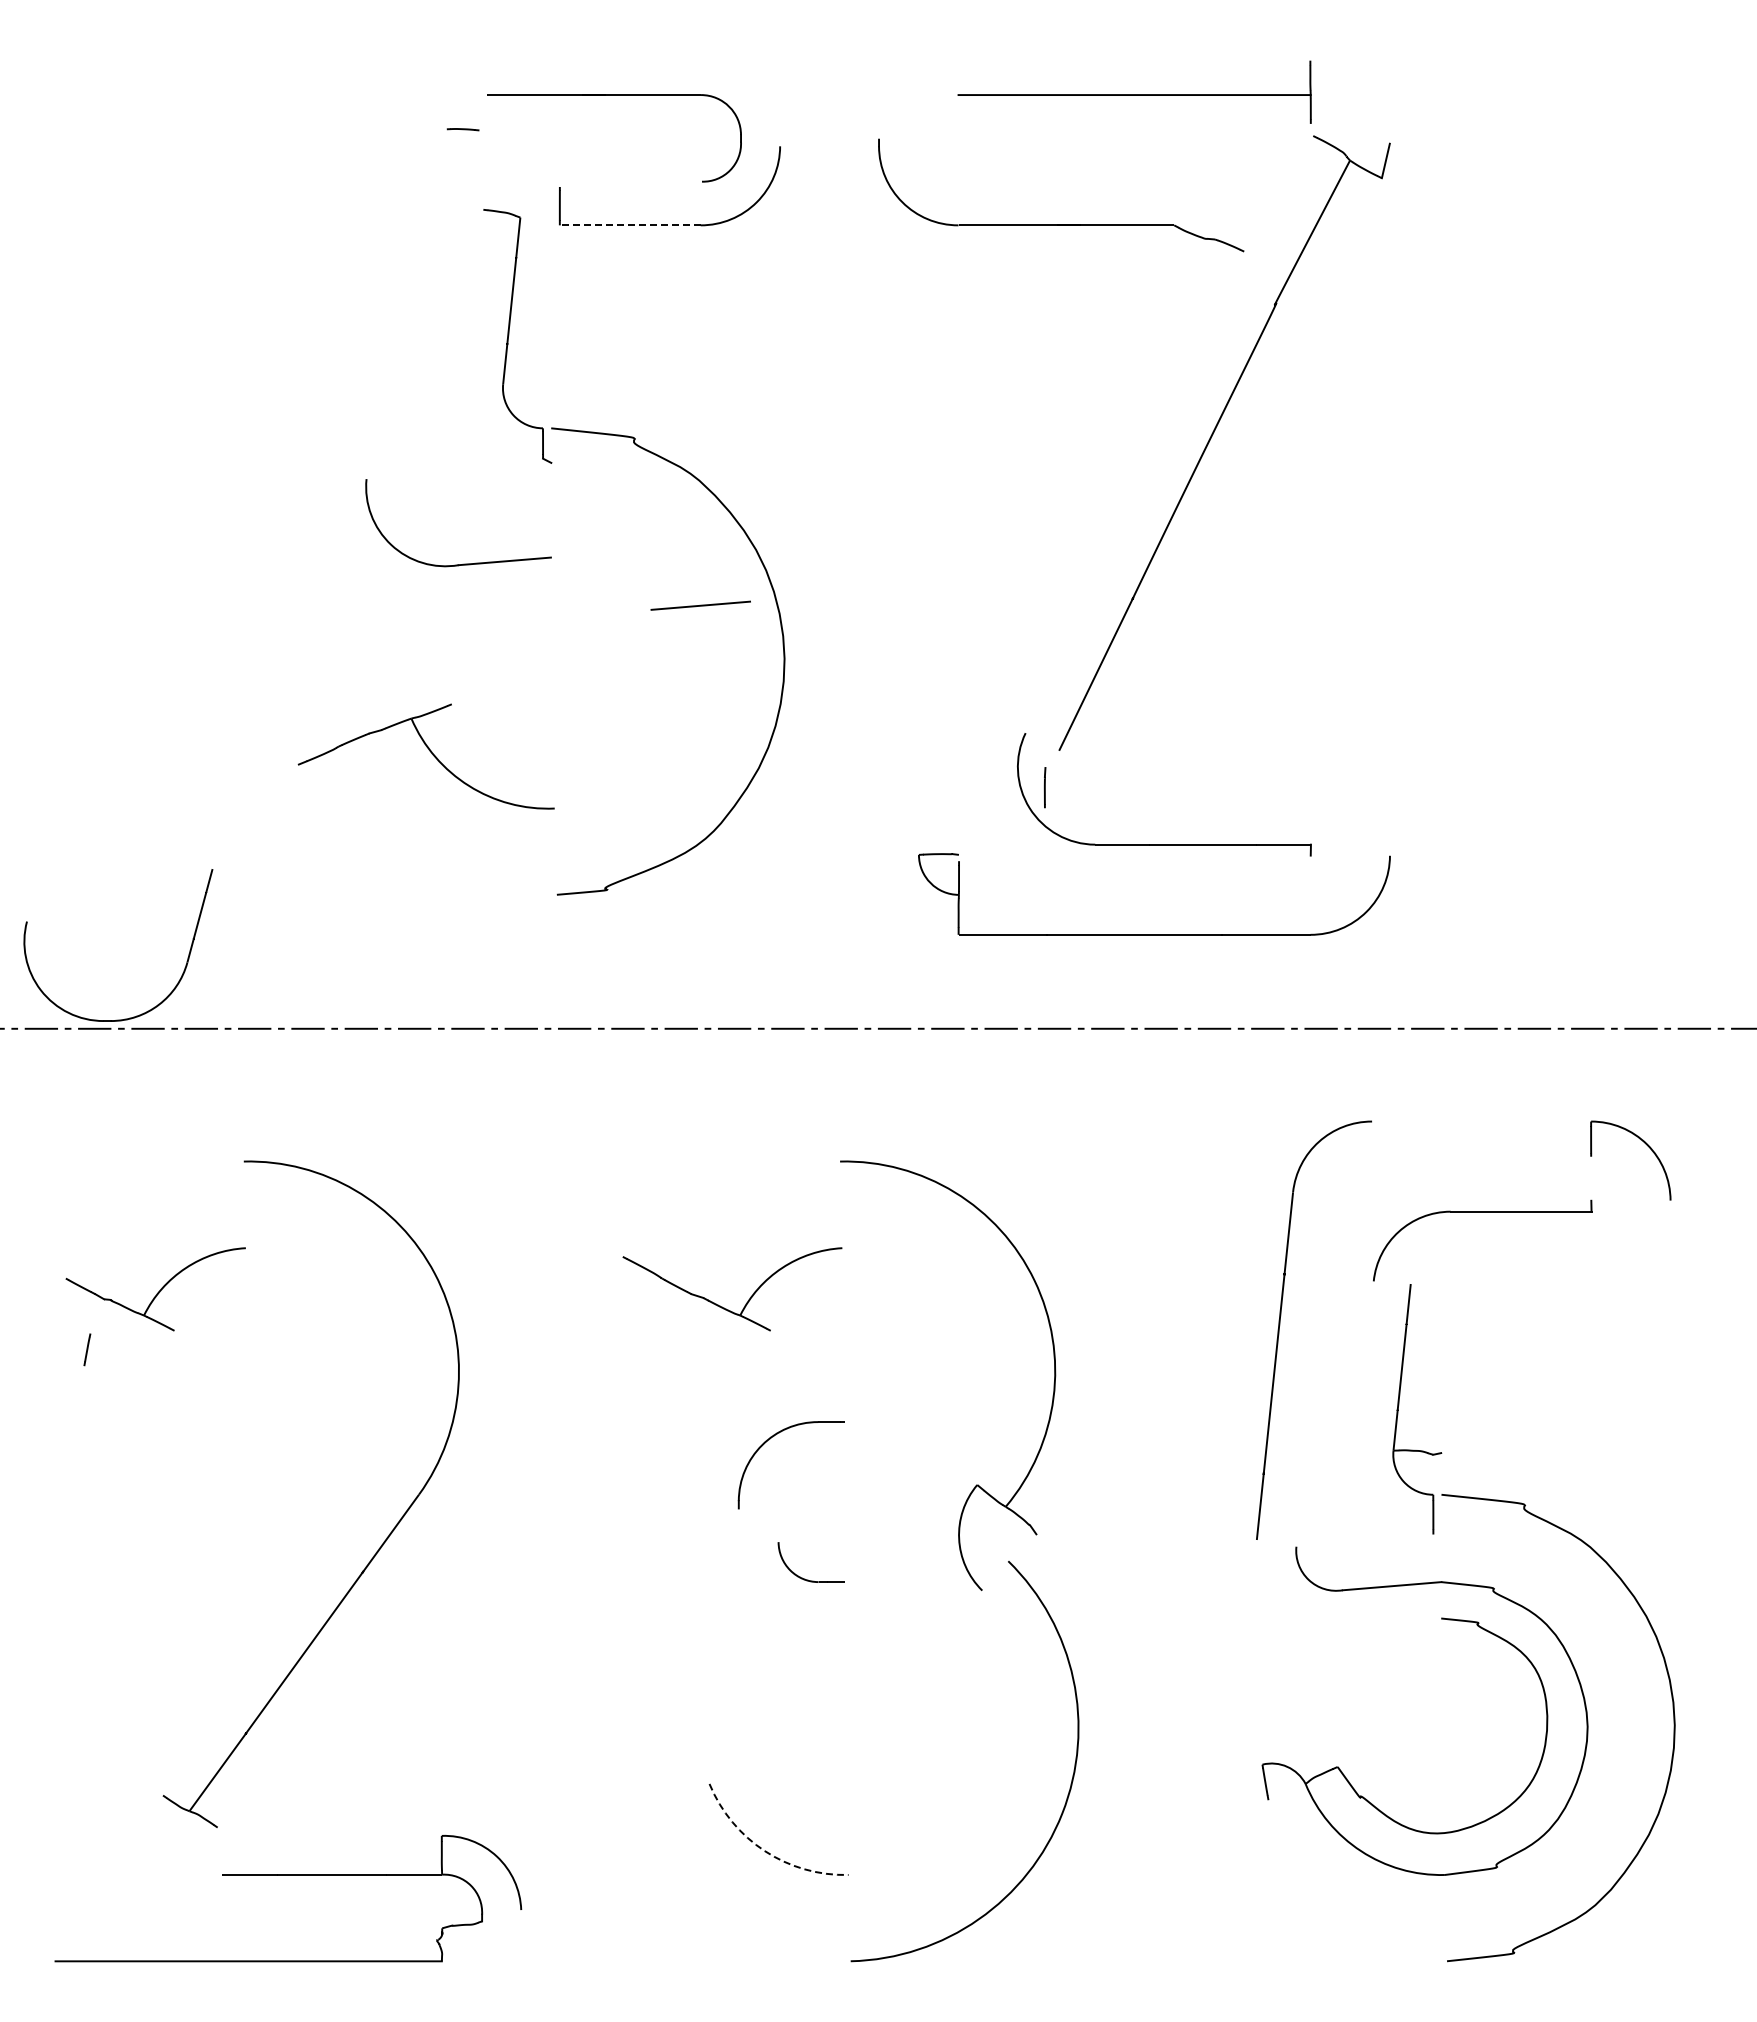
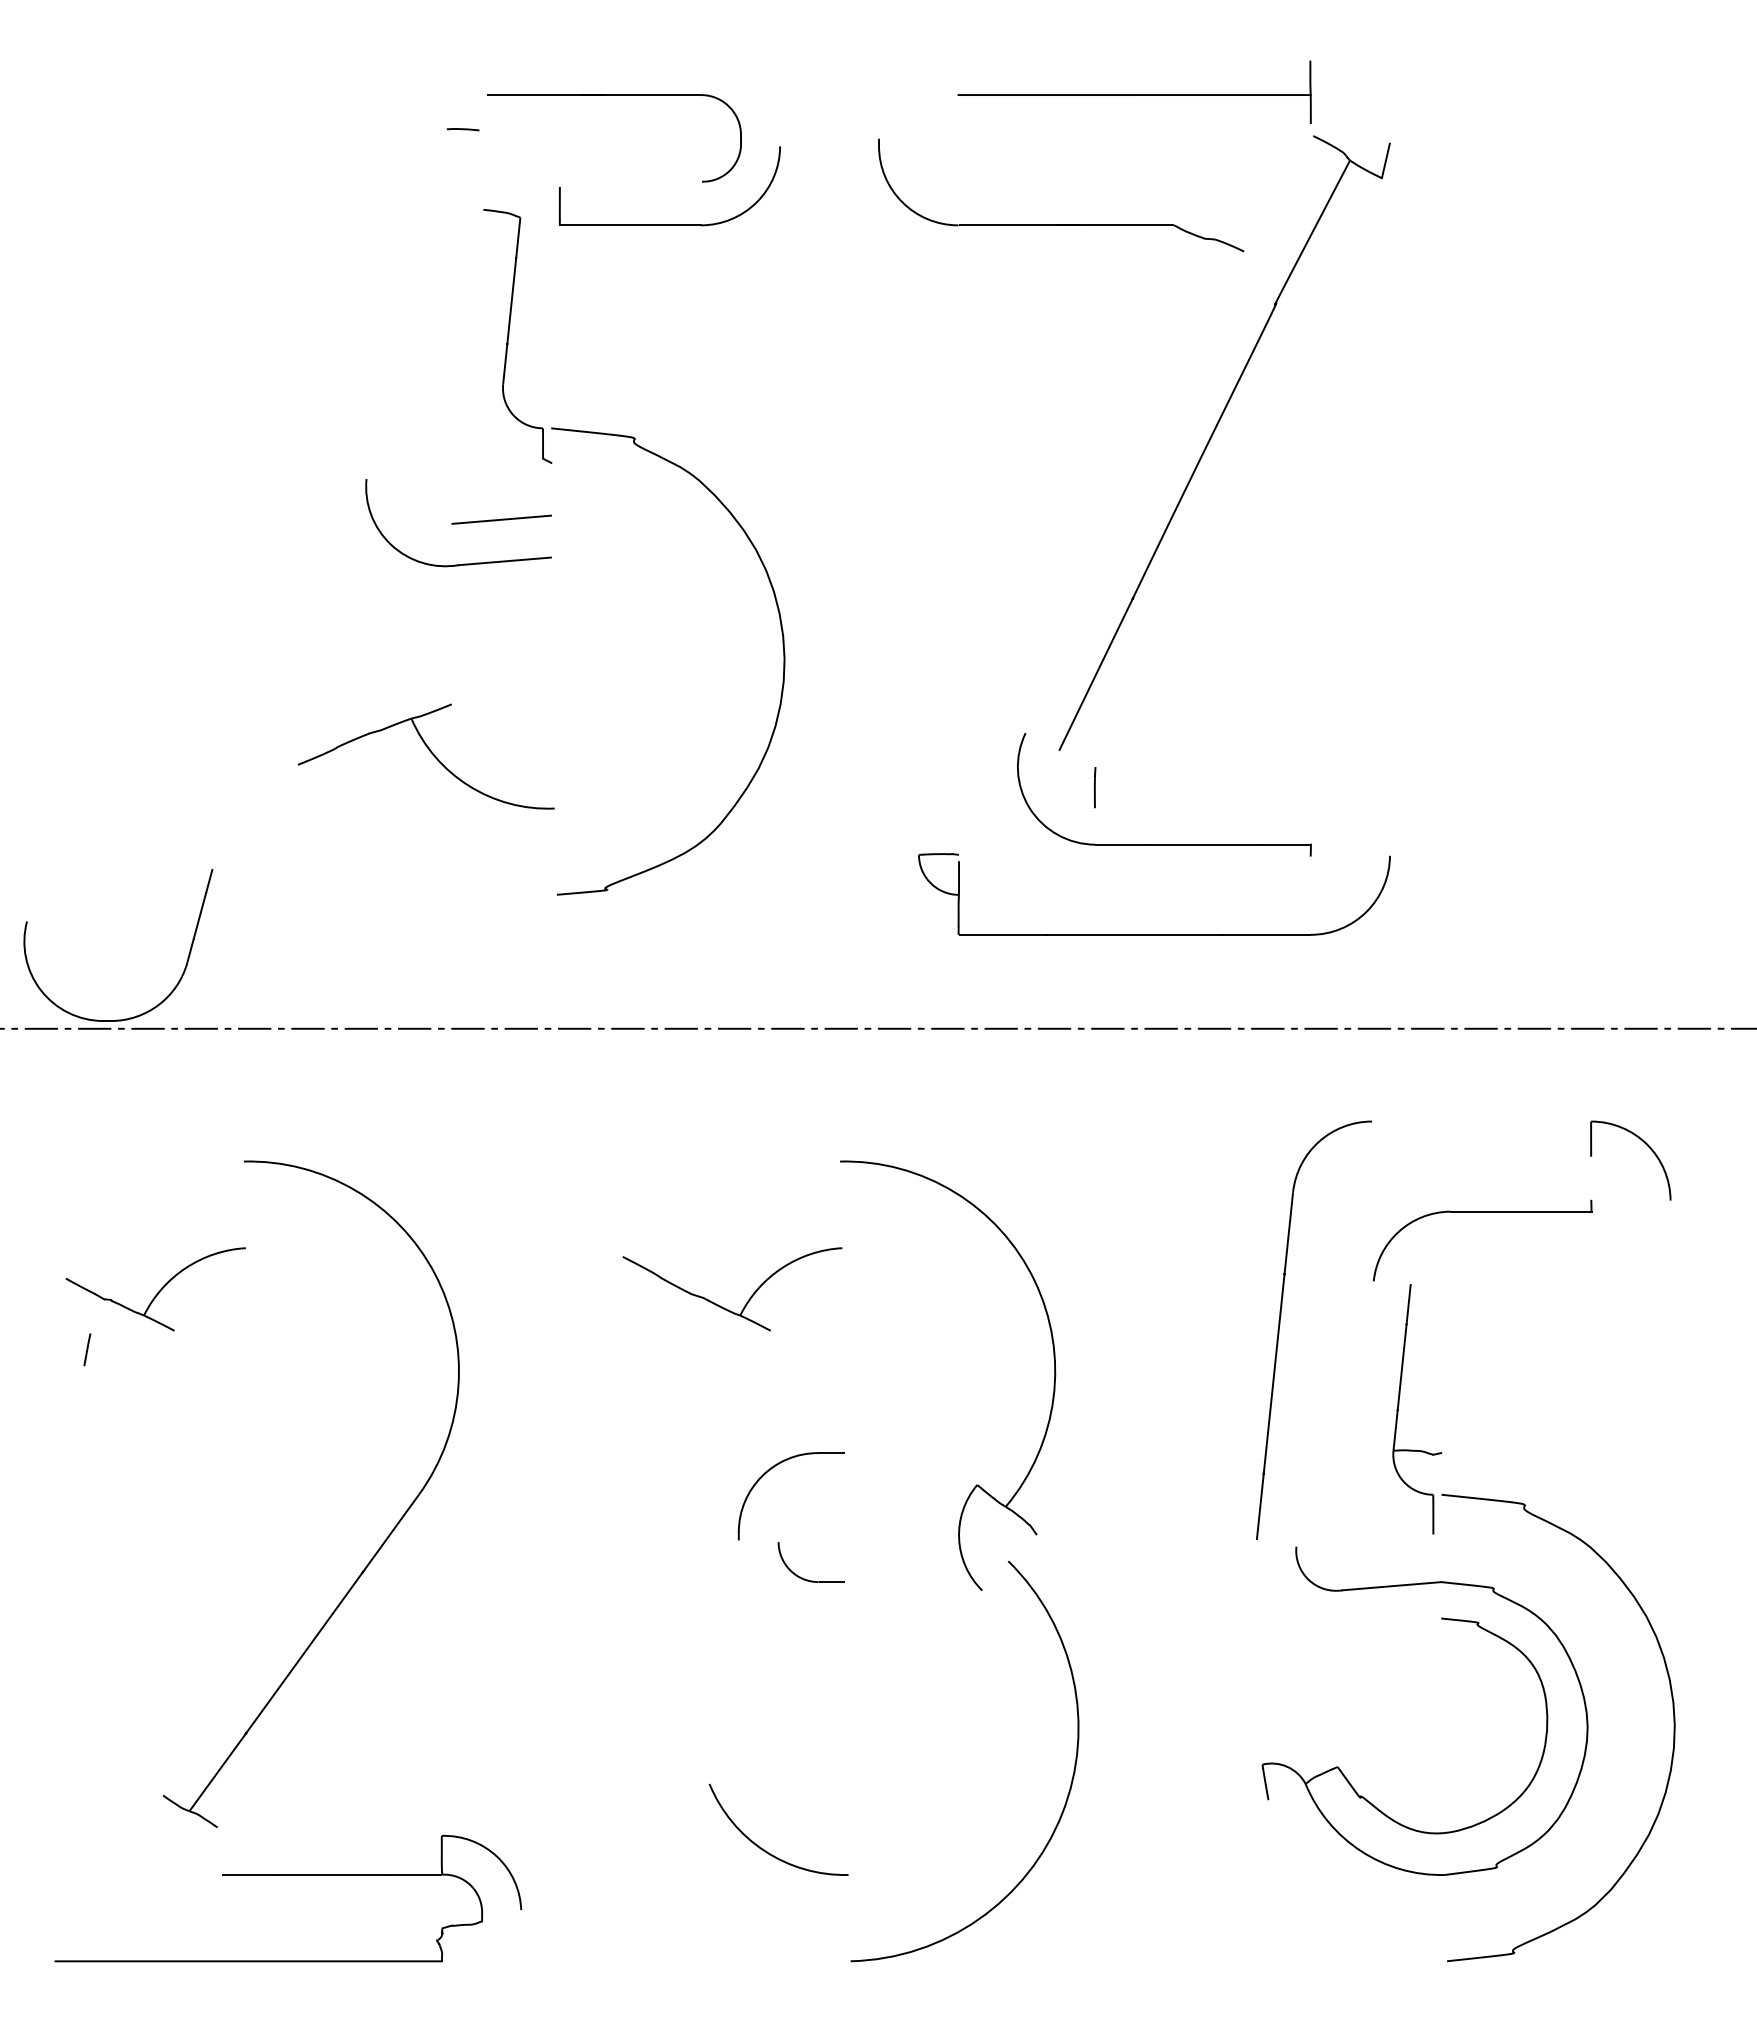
line at (629, 225): dashed -> solid
line at (700, 605) position: (700, 605) -> (501, 519)
curve at (1044, 787) position: (1044, 787) -> (1094, 787)
part at (770, 1439) position: (770, 1439) -> (770, 1470)
arc at (764, 1851): dashed -> solid
